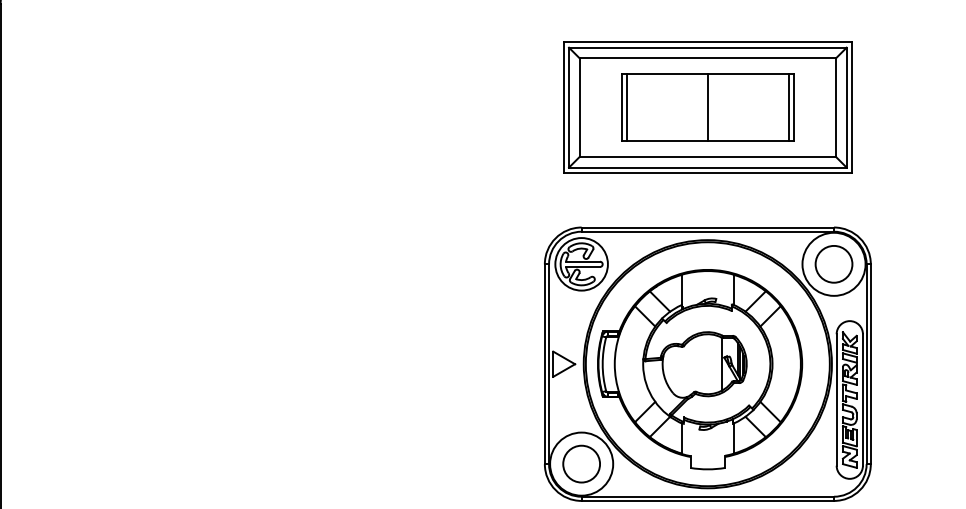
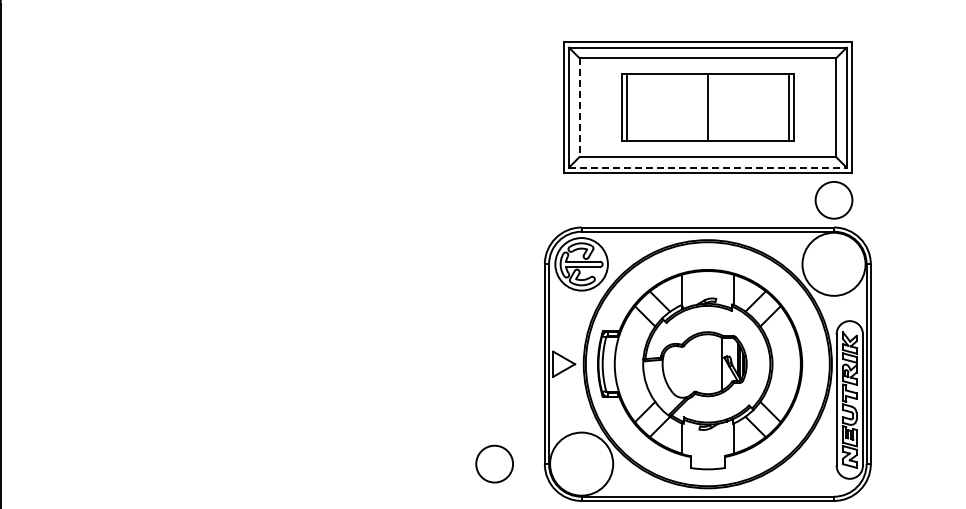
line at (579, 108): solid -> dashed
line at (707, 167): solid -> dashed
circle at (833, 264) position: (833, 264) -> (833, 200)
circle at (581, 463) position: (581, 463) -> (494, 463)
